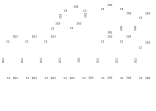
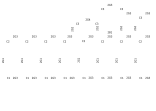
text at (68, 17) position: (68, 17) -> (80, 30)
text at (144, 44) position: (144, 44) -> (144, 38)
